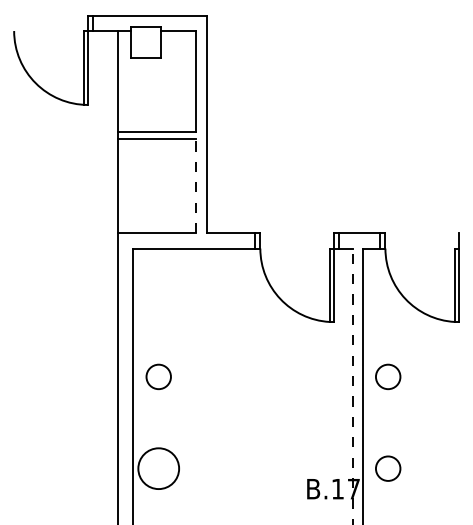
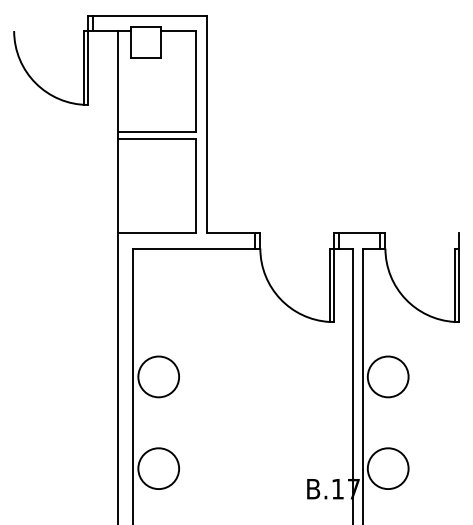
line at (196, 186): dashed -> solid
circle at (158, 376) diameter: 24 px -> 41 px
circle at (387, 376) diameter: 24 px -> 41 px
line at (352, 386): dashed -> solid
circle at (387, 468) diameter: 24 px -> 41 px
